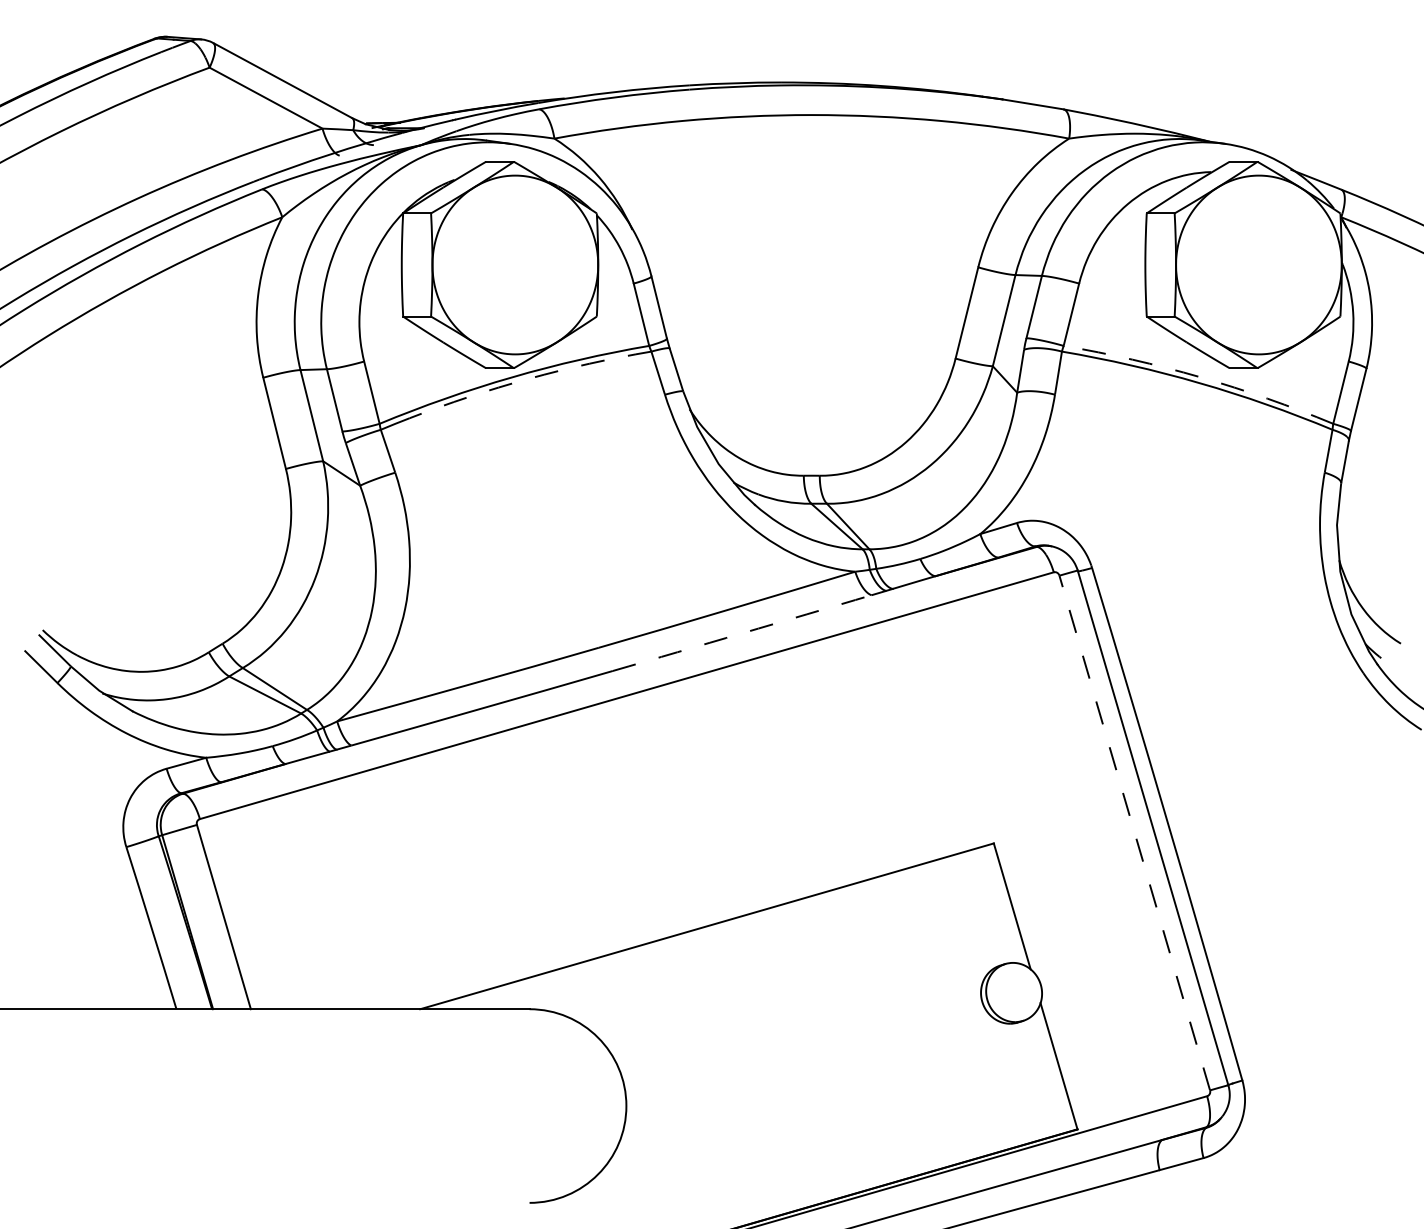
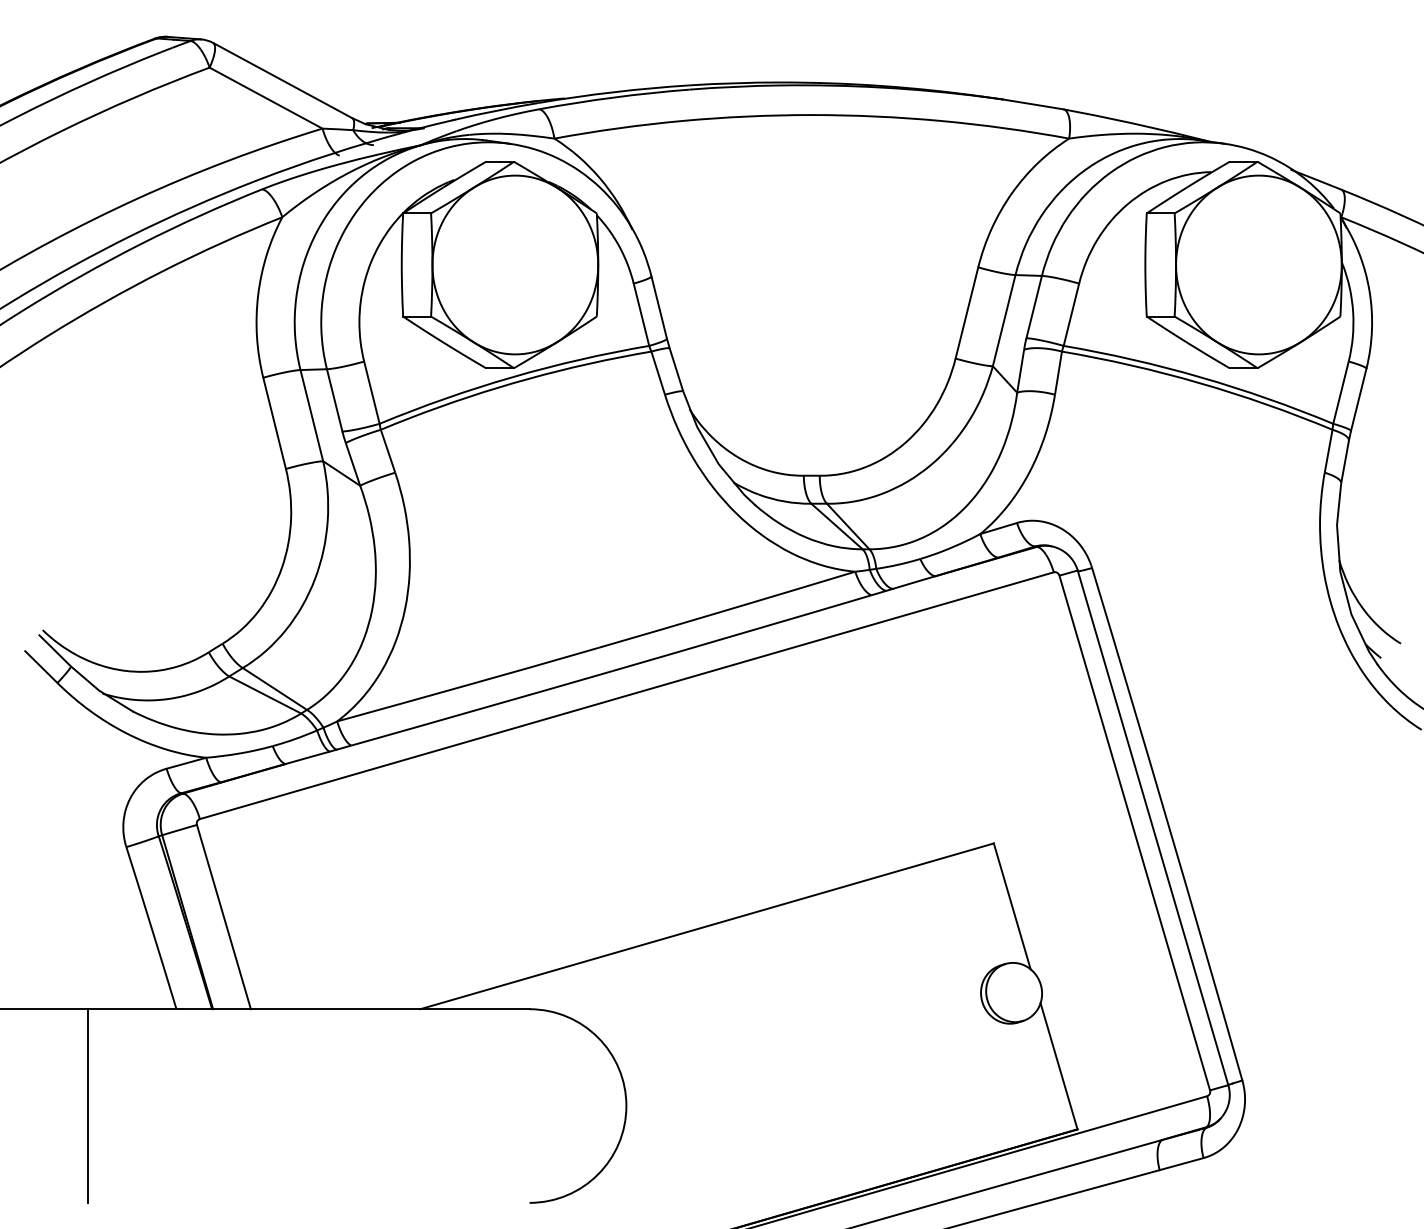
arc at (1200, 377): dashed -> solid
arc at (528, 378): dashed -> solid
arc at (742, 633): dashed -> solid
line at (1134, 832): dashed -> solid
line at (88, 1105): none -> present
